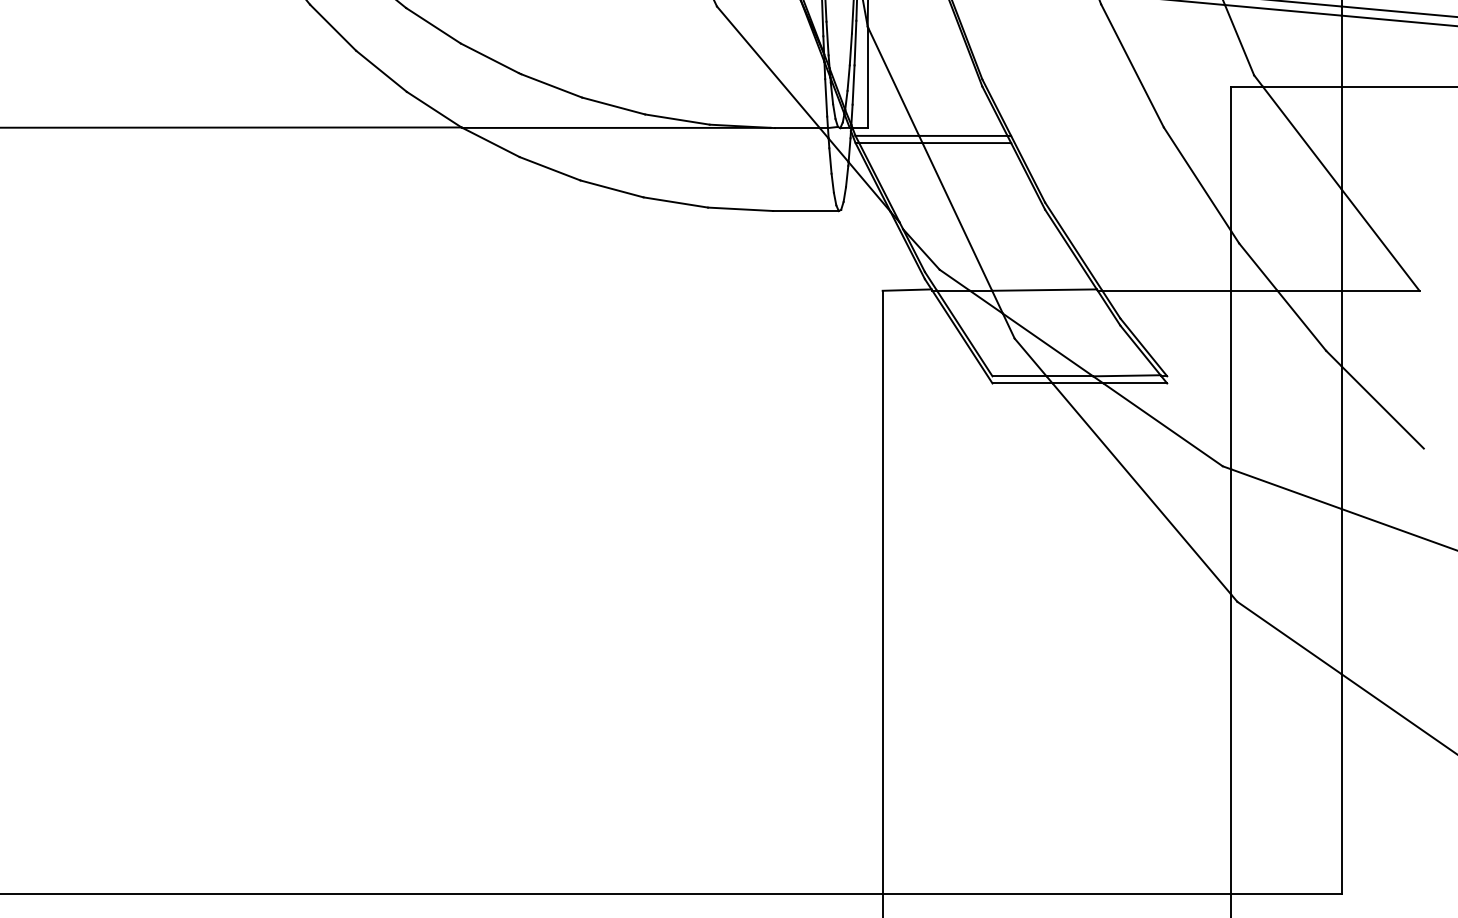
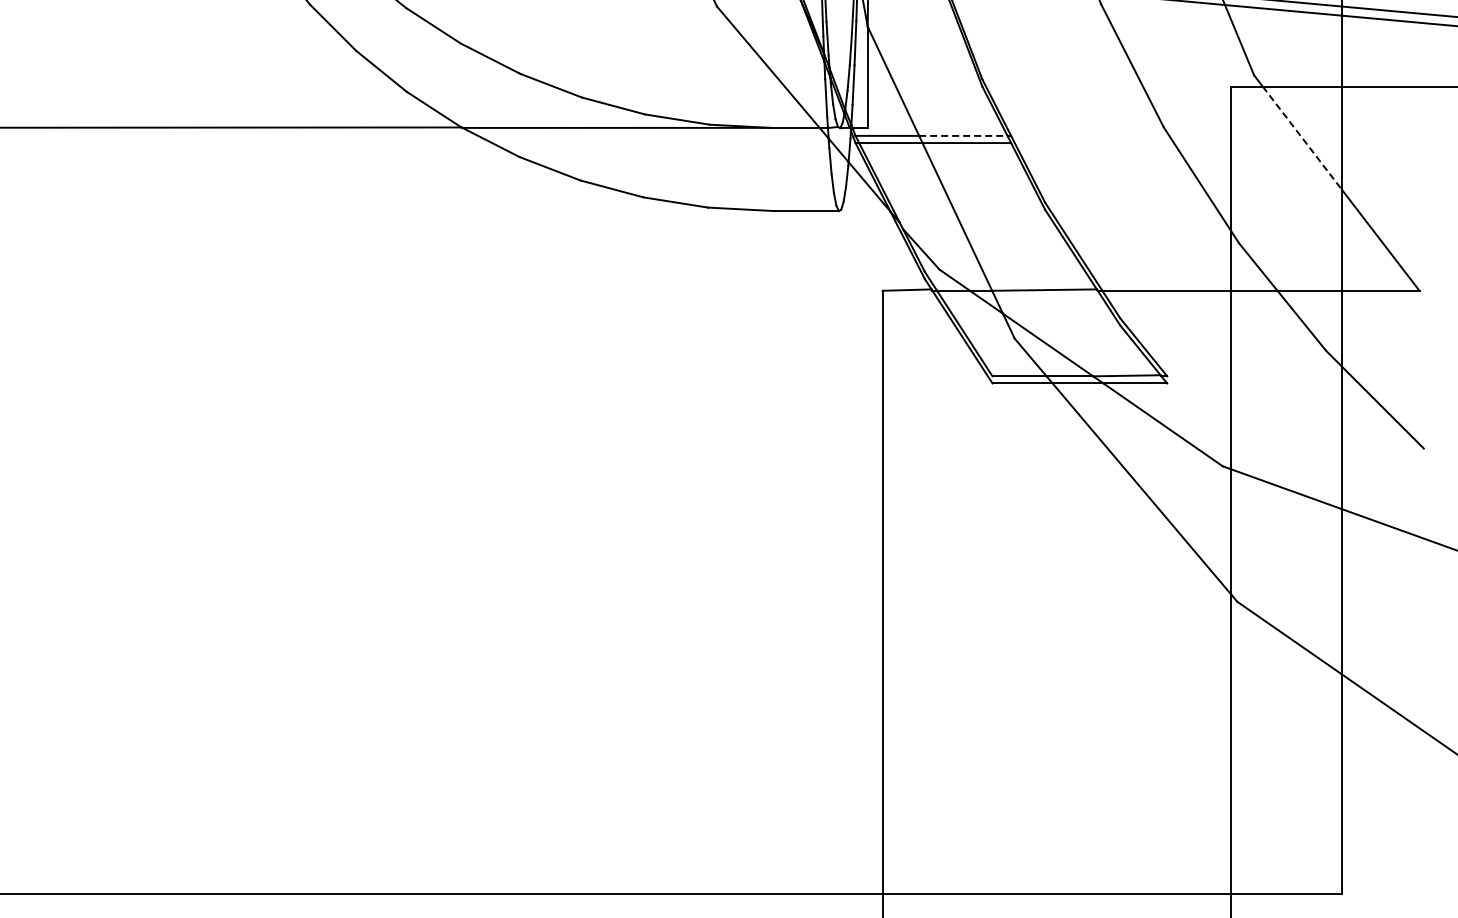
line at (963, 135): solid -> dashed
line at (1302, 138): solid -> dashed
